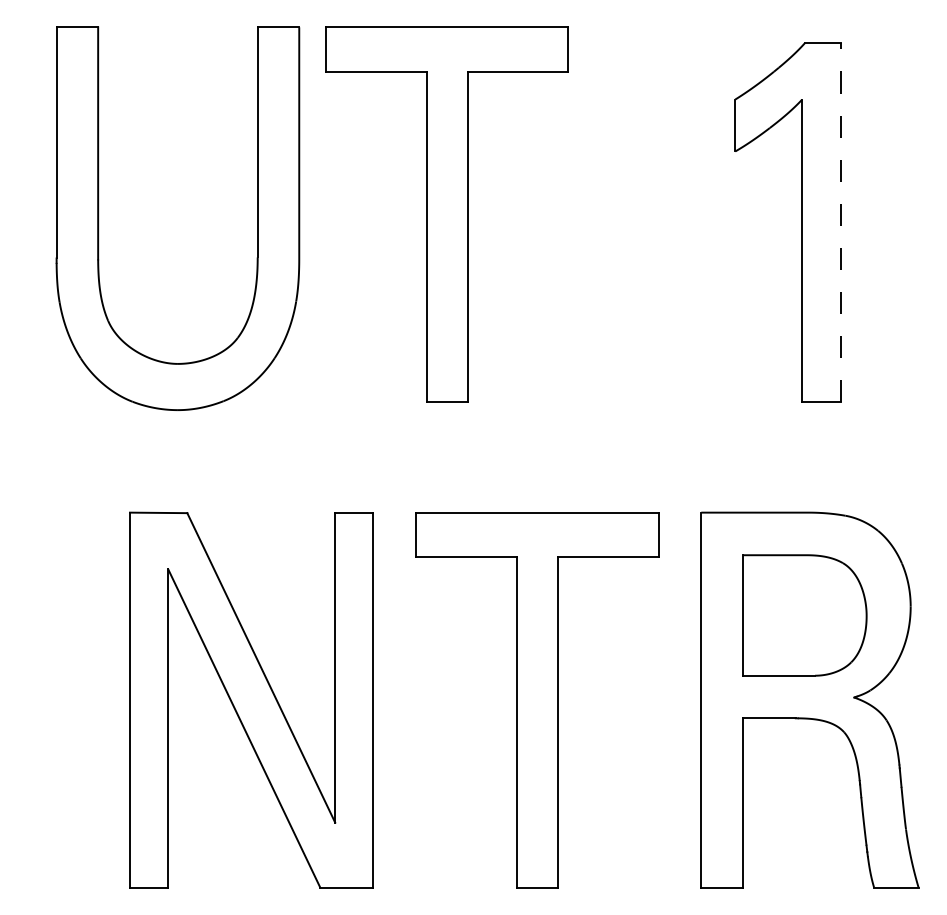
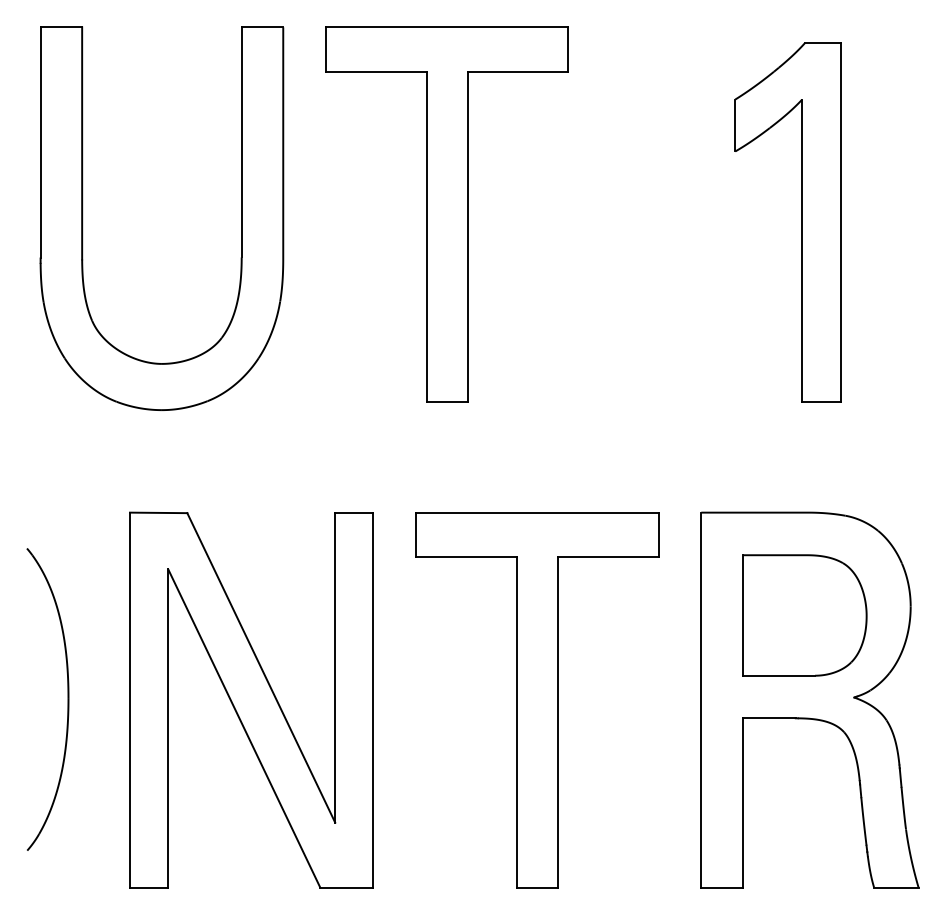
part at (99, 218) position: (99, 218) -> (83, 218)
line at (841, 222): dashed -> solid
part at (67, 699): none -> present
